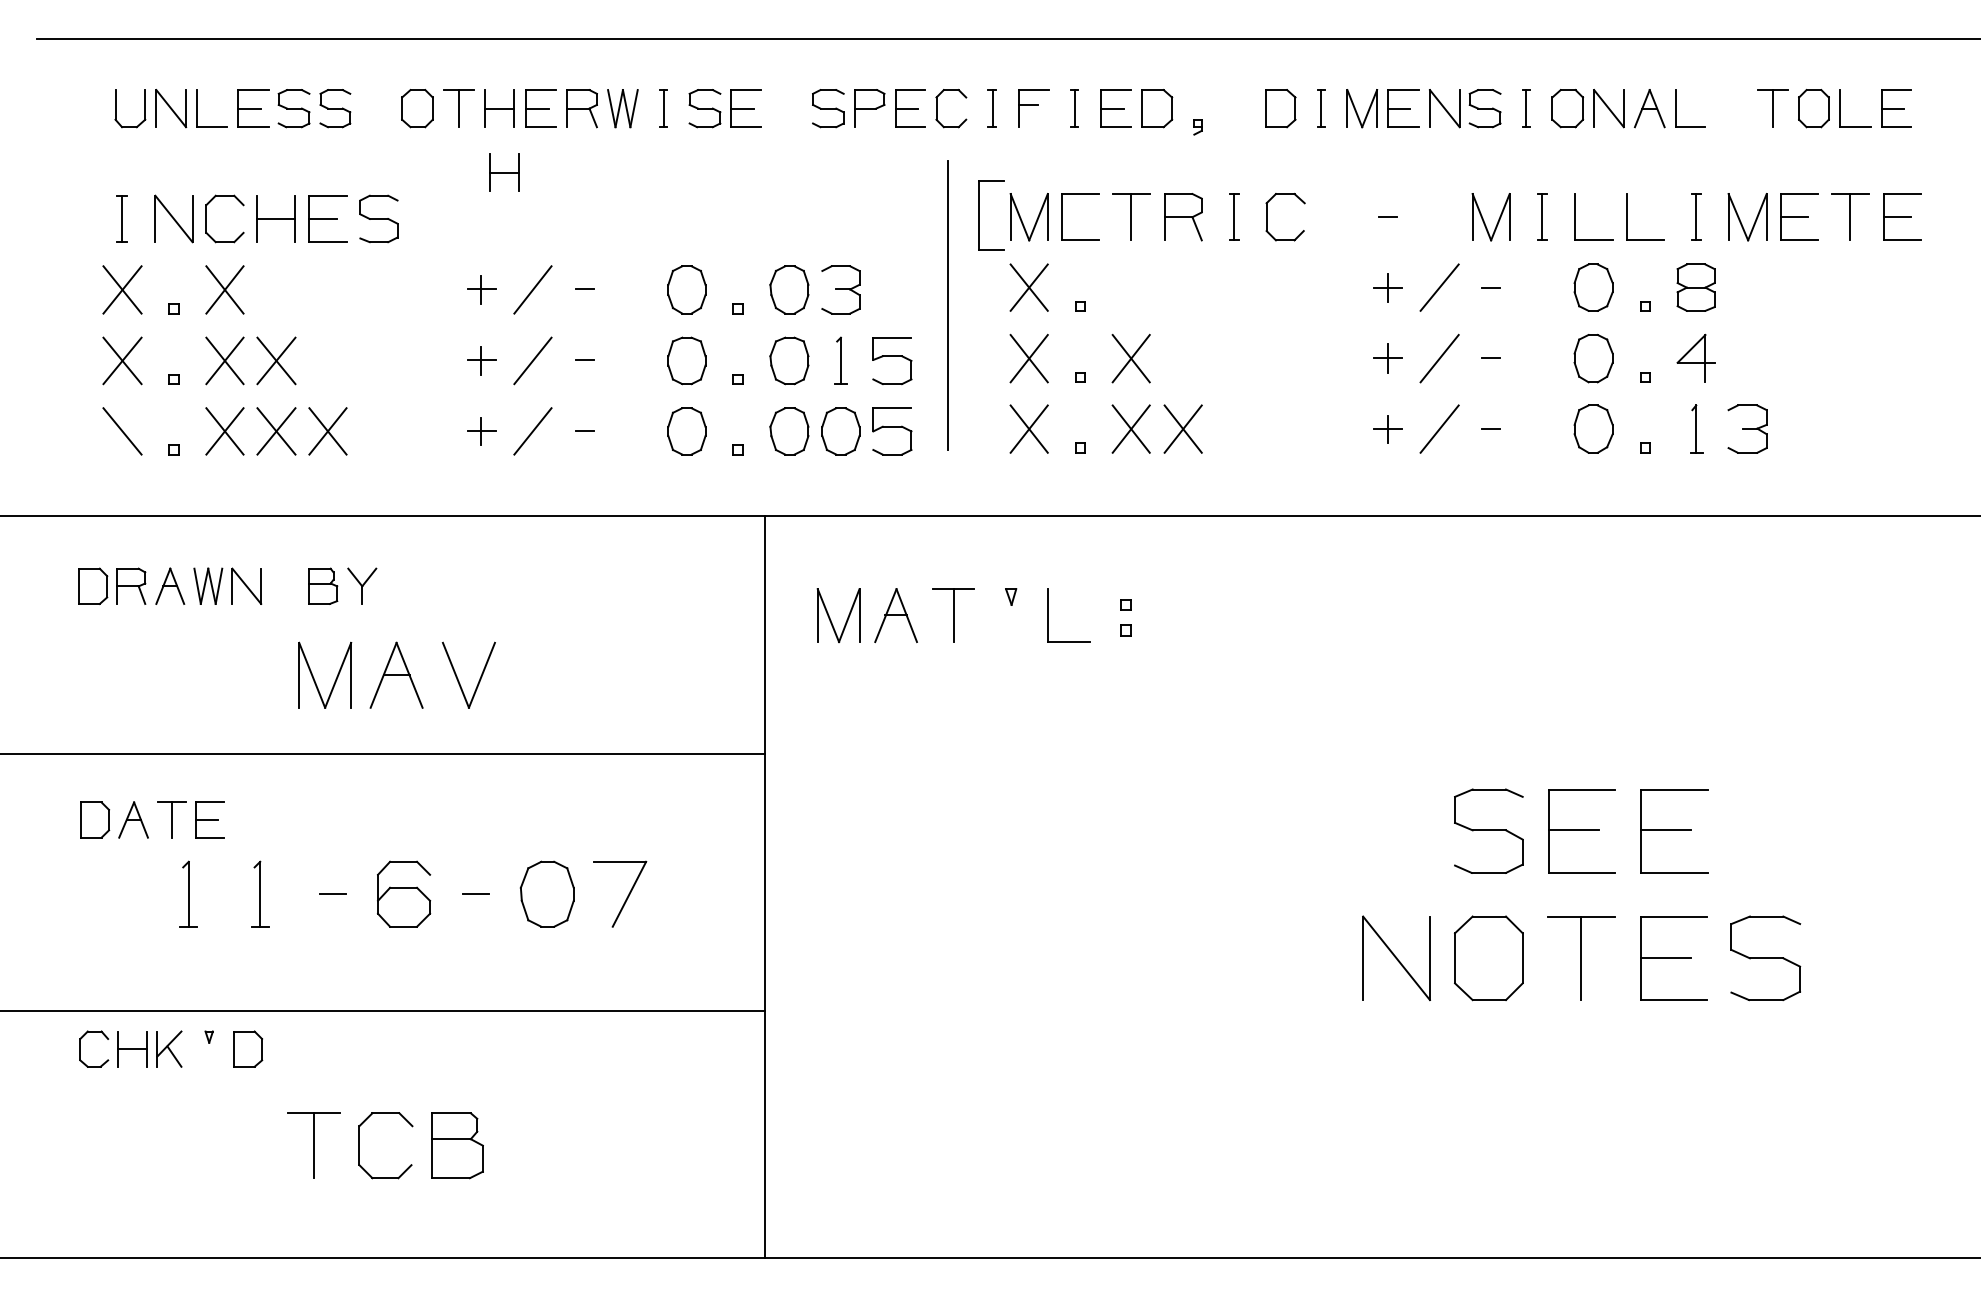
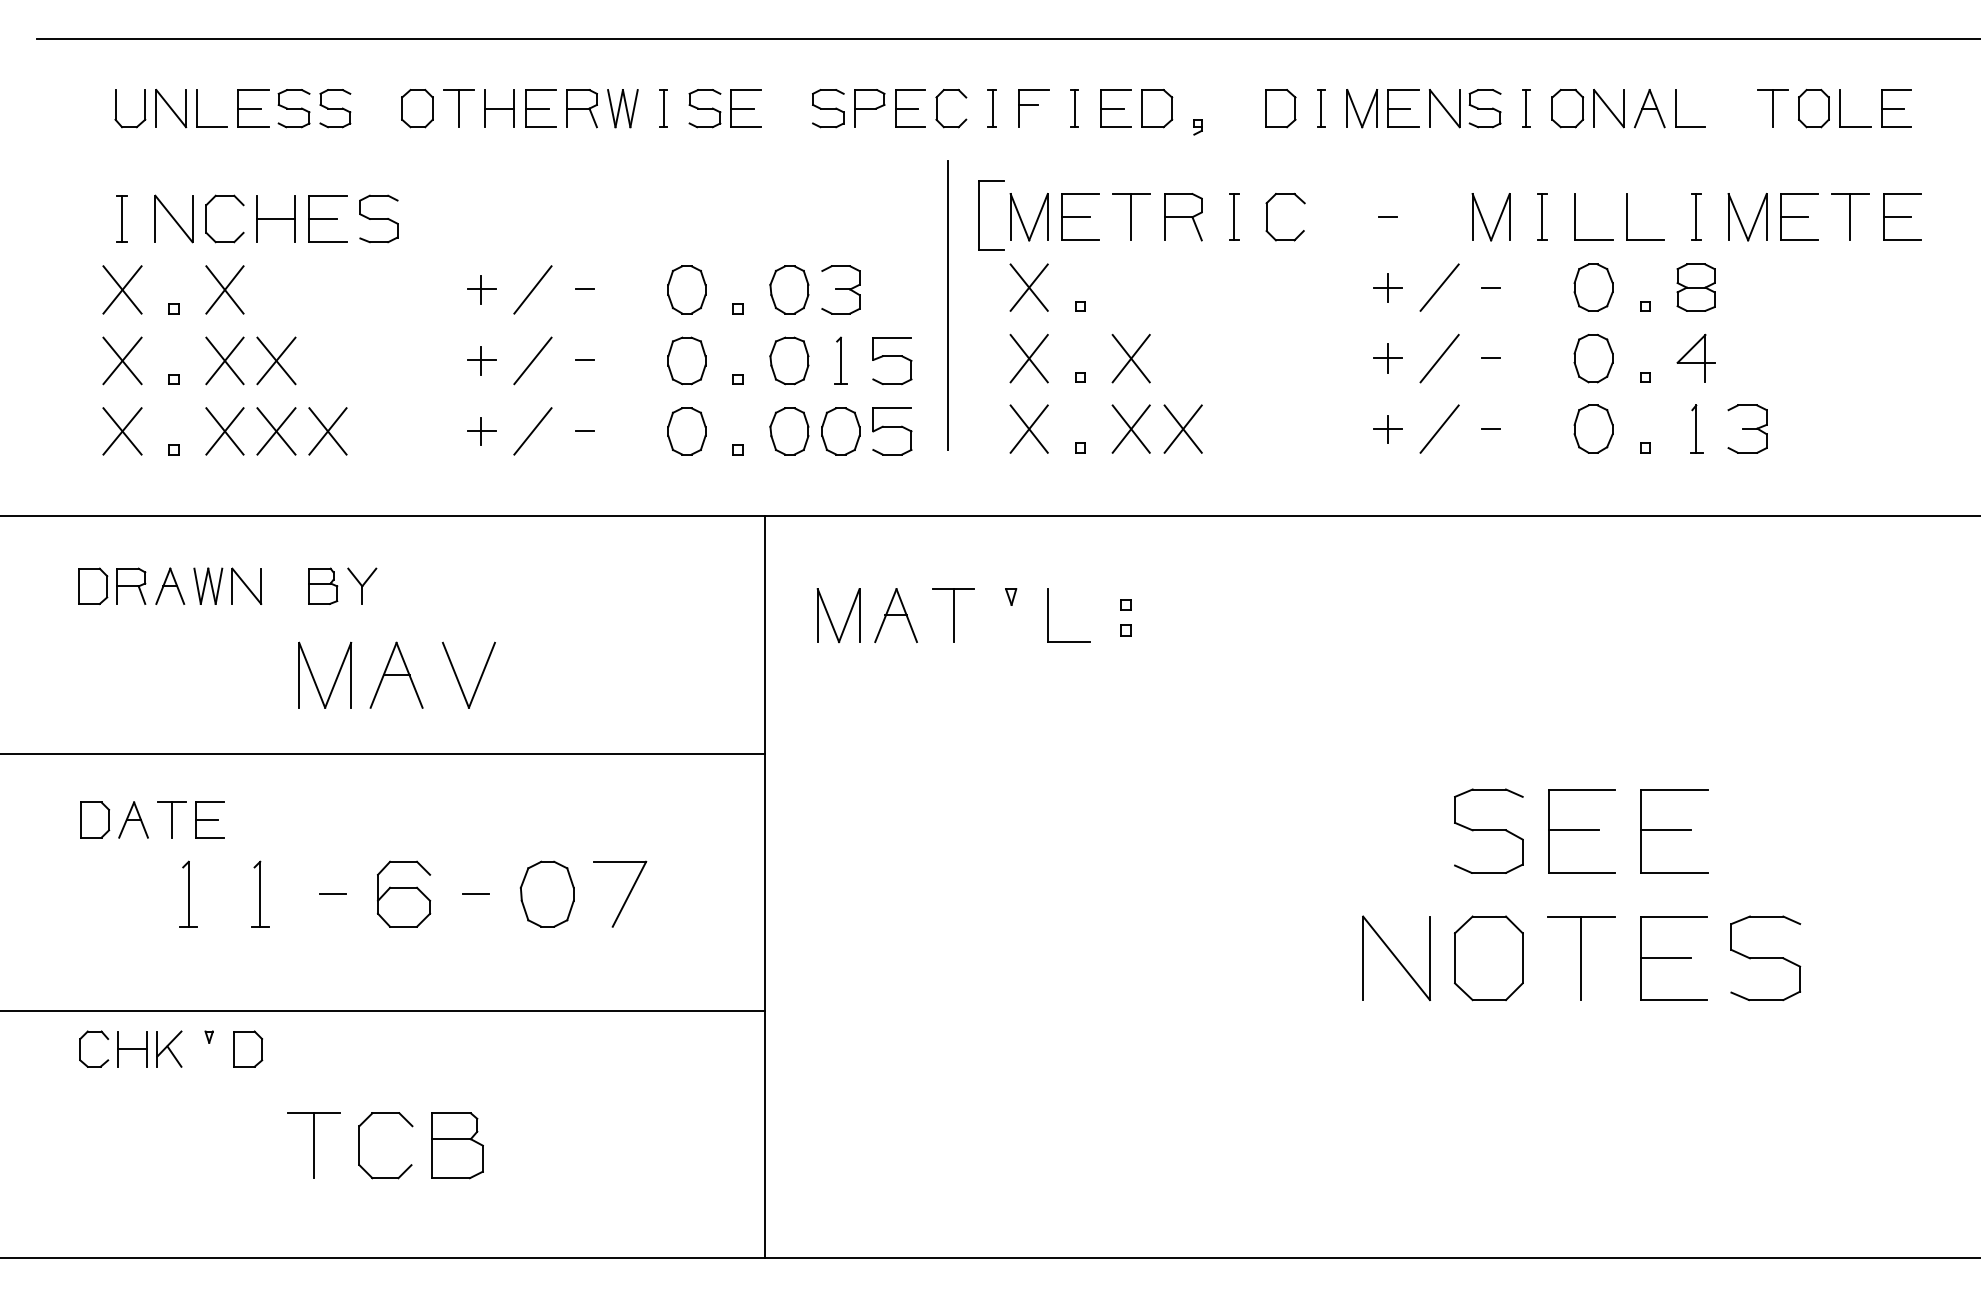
part at (504, 172): present -> none
line at (1075, 217): none -> present
line at (122, 431): none -> present
